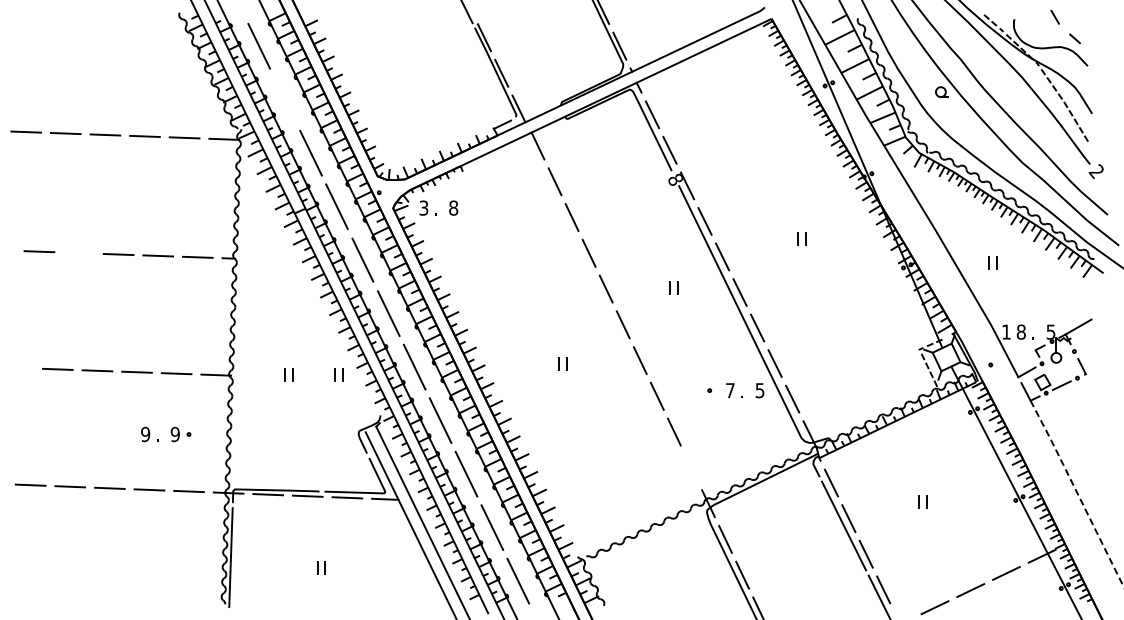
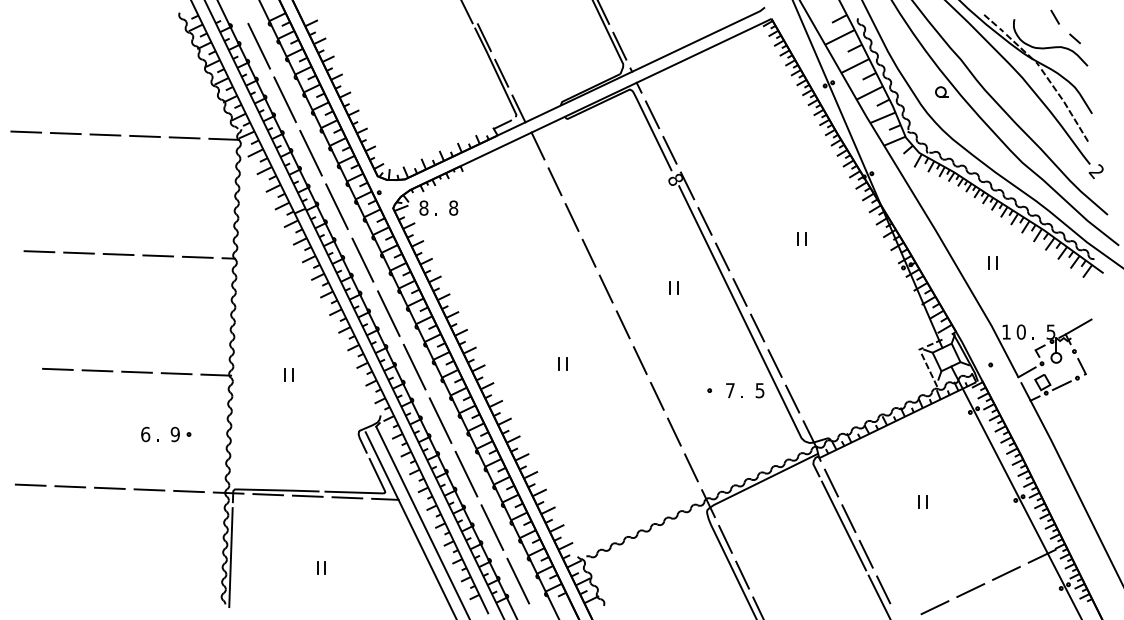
line at (284, 99): none -> present
text at (423, 207): 3 -> 8
line at (78, 252): none -> present
text at (1020, 331): 8 -> 0
part at (338, 374): present -> none
text at (145, 434): 9 -> 6
line at (691, 467): none -> present
line at (1077, 493): dashed -> solid
